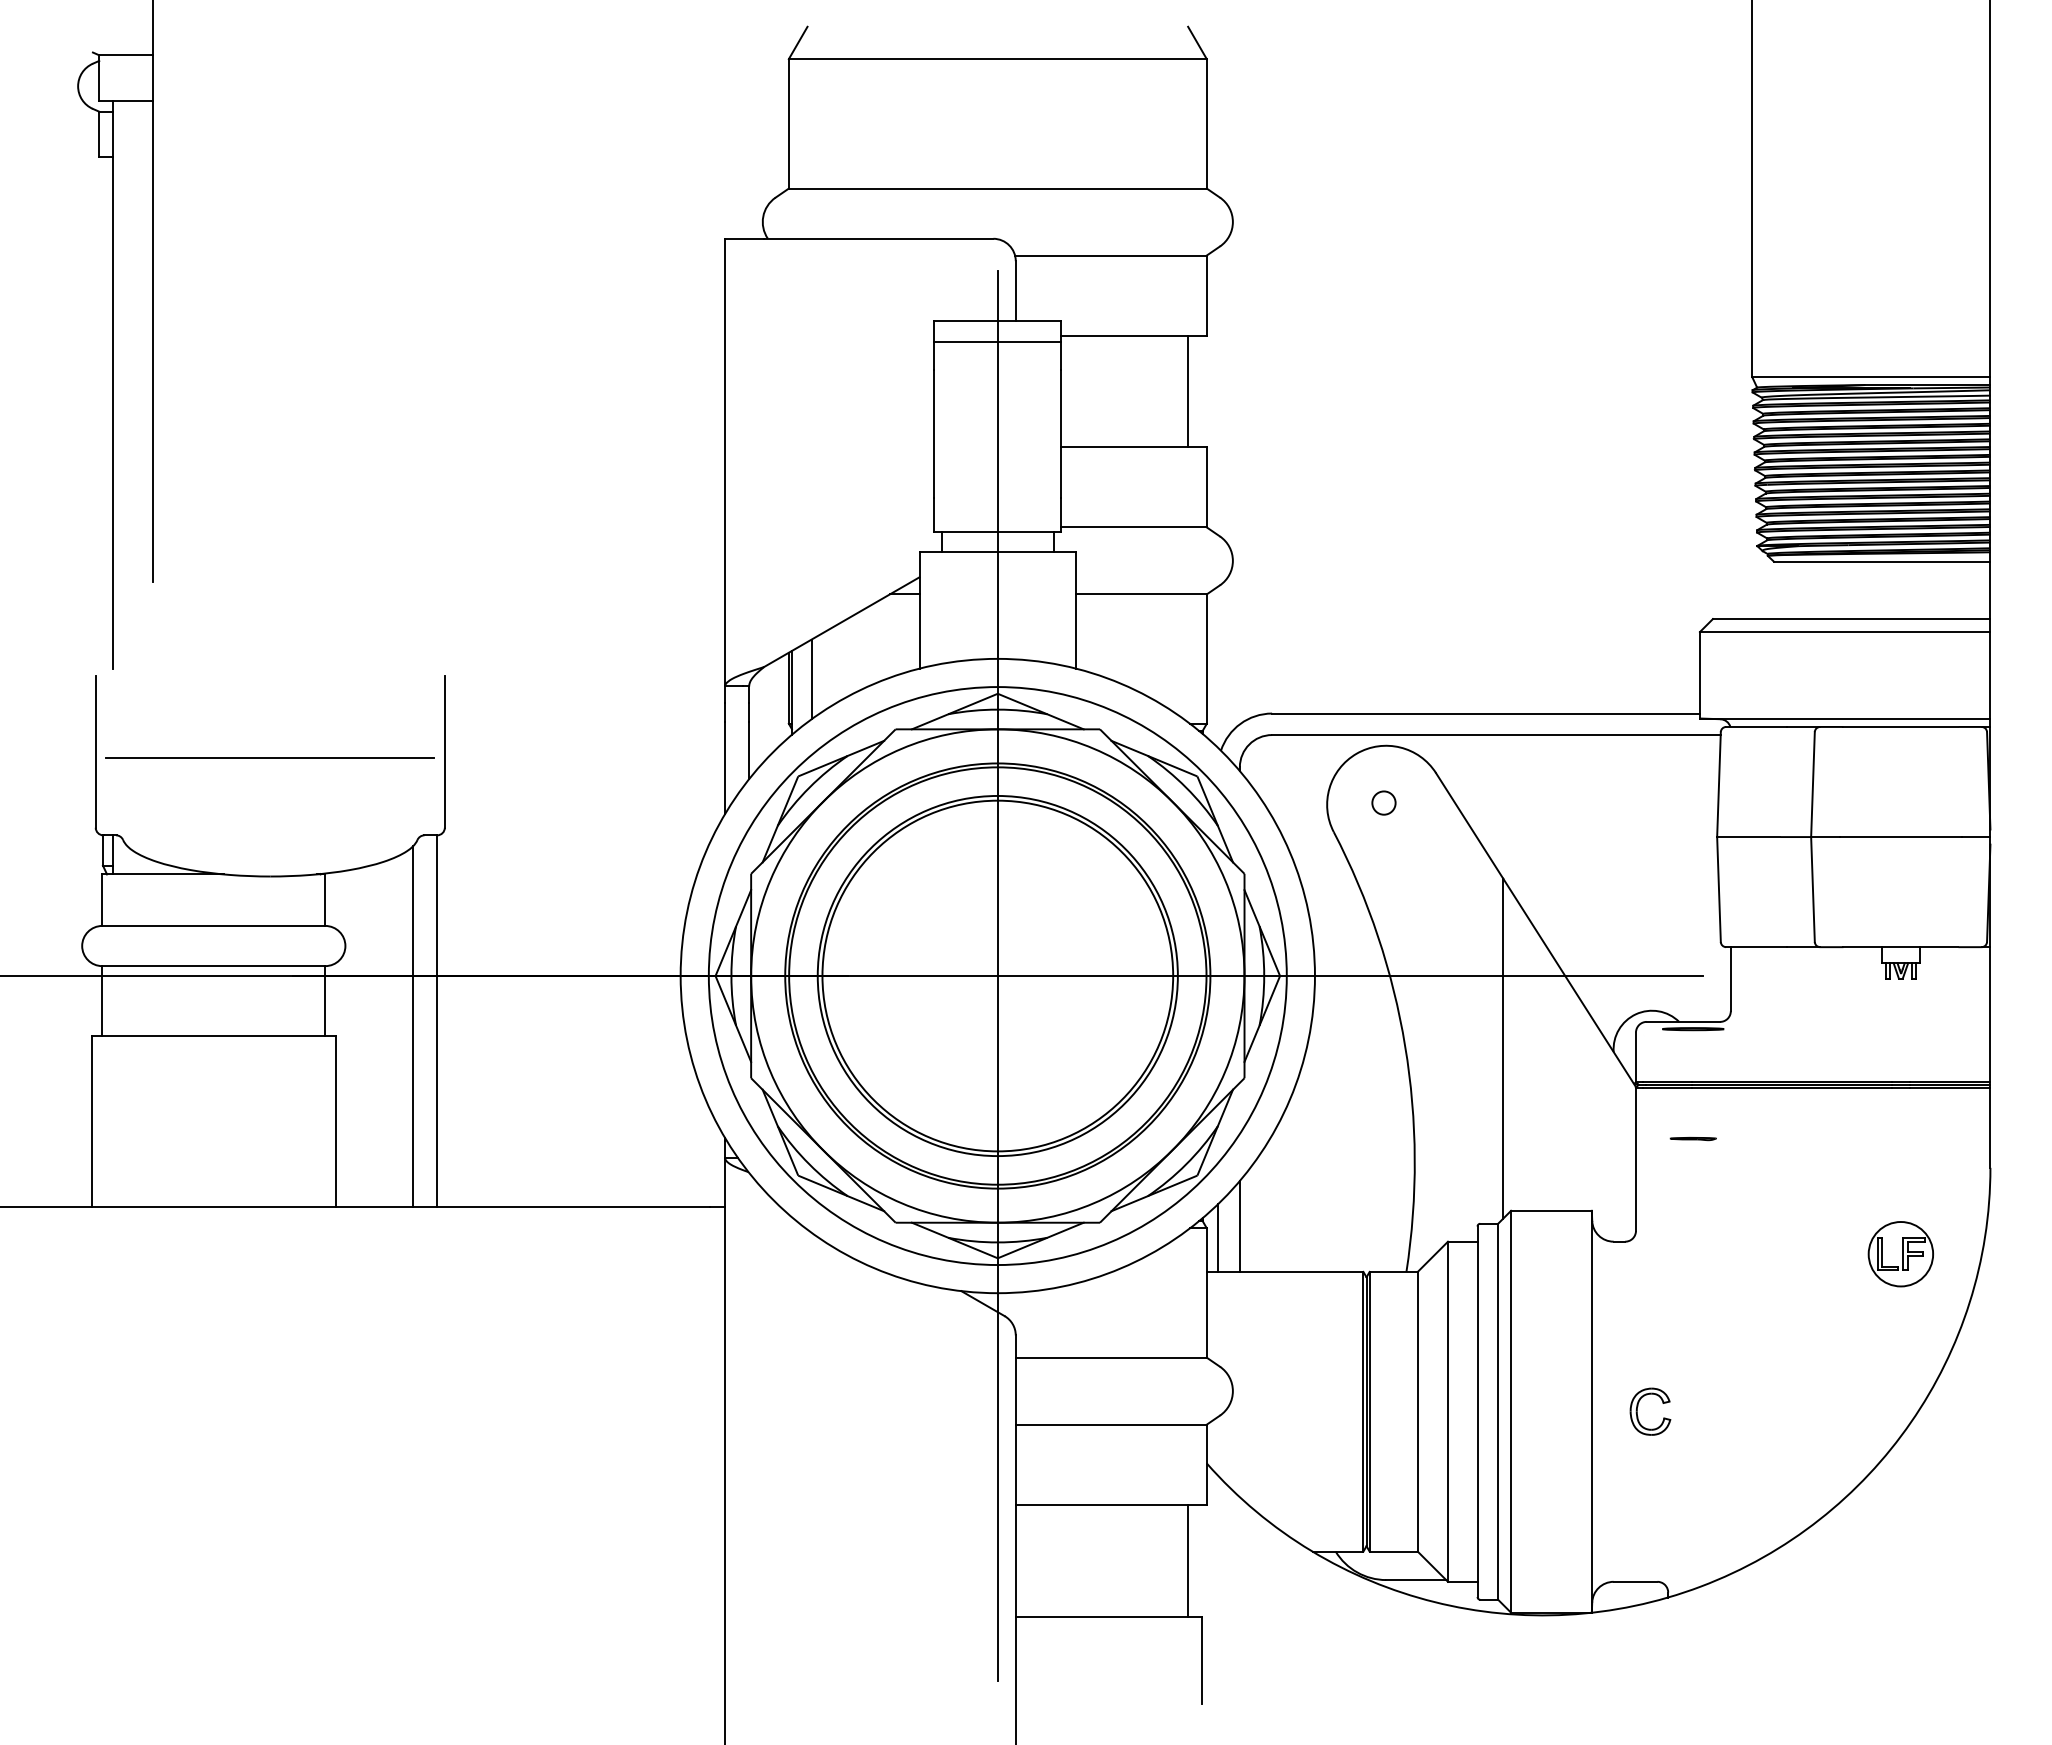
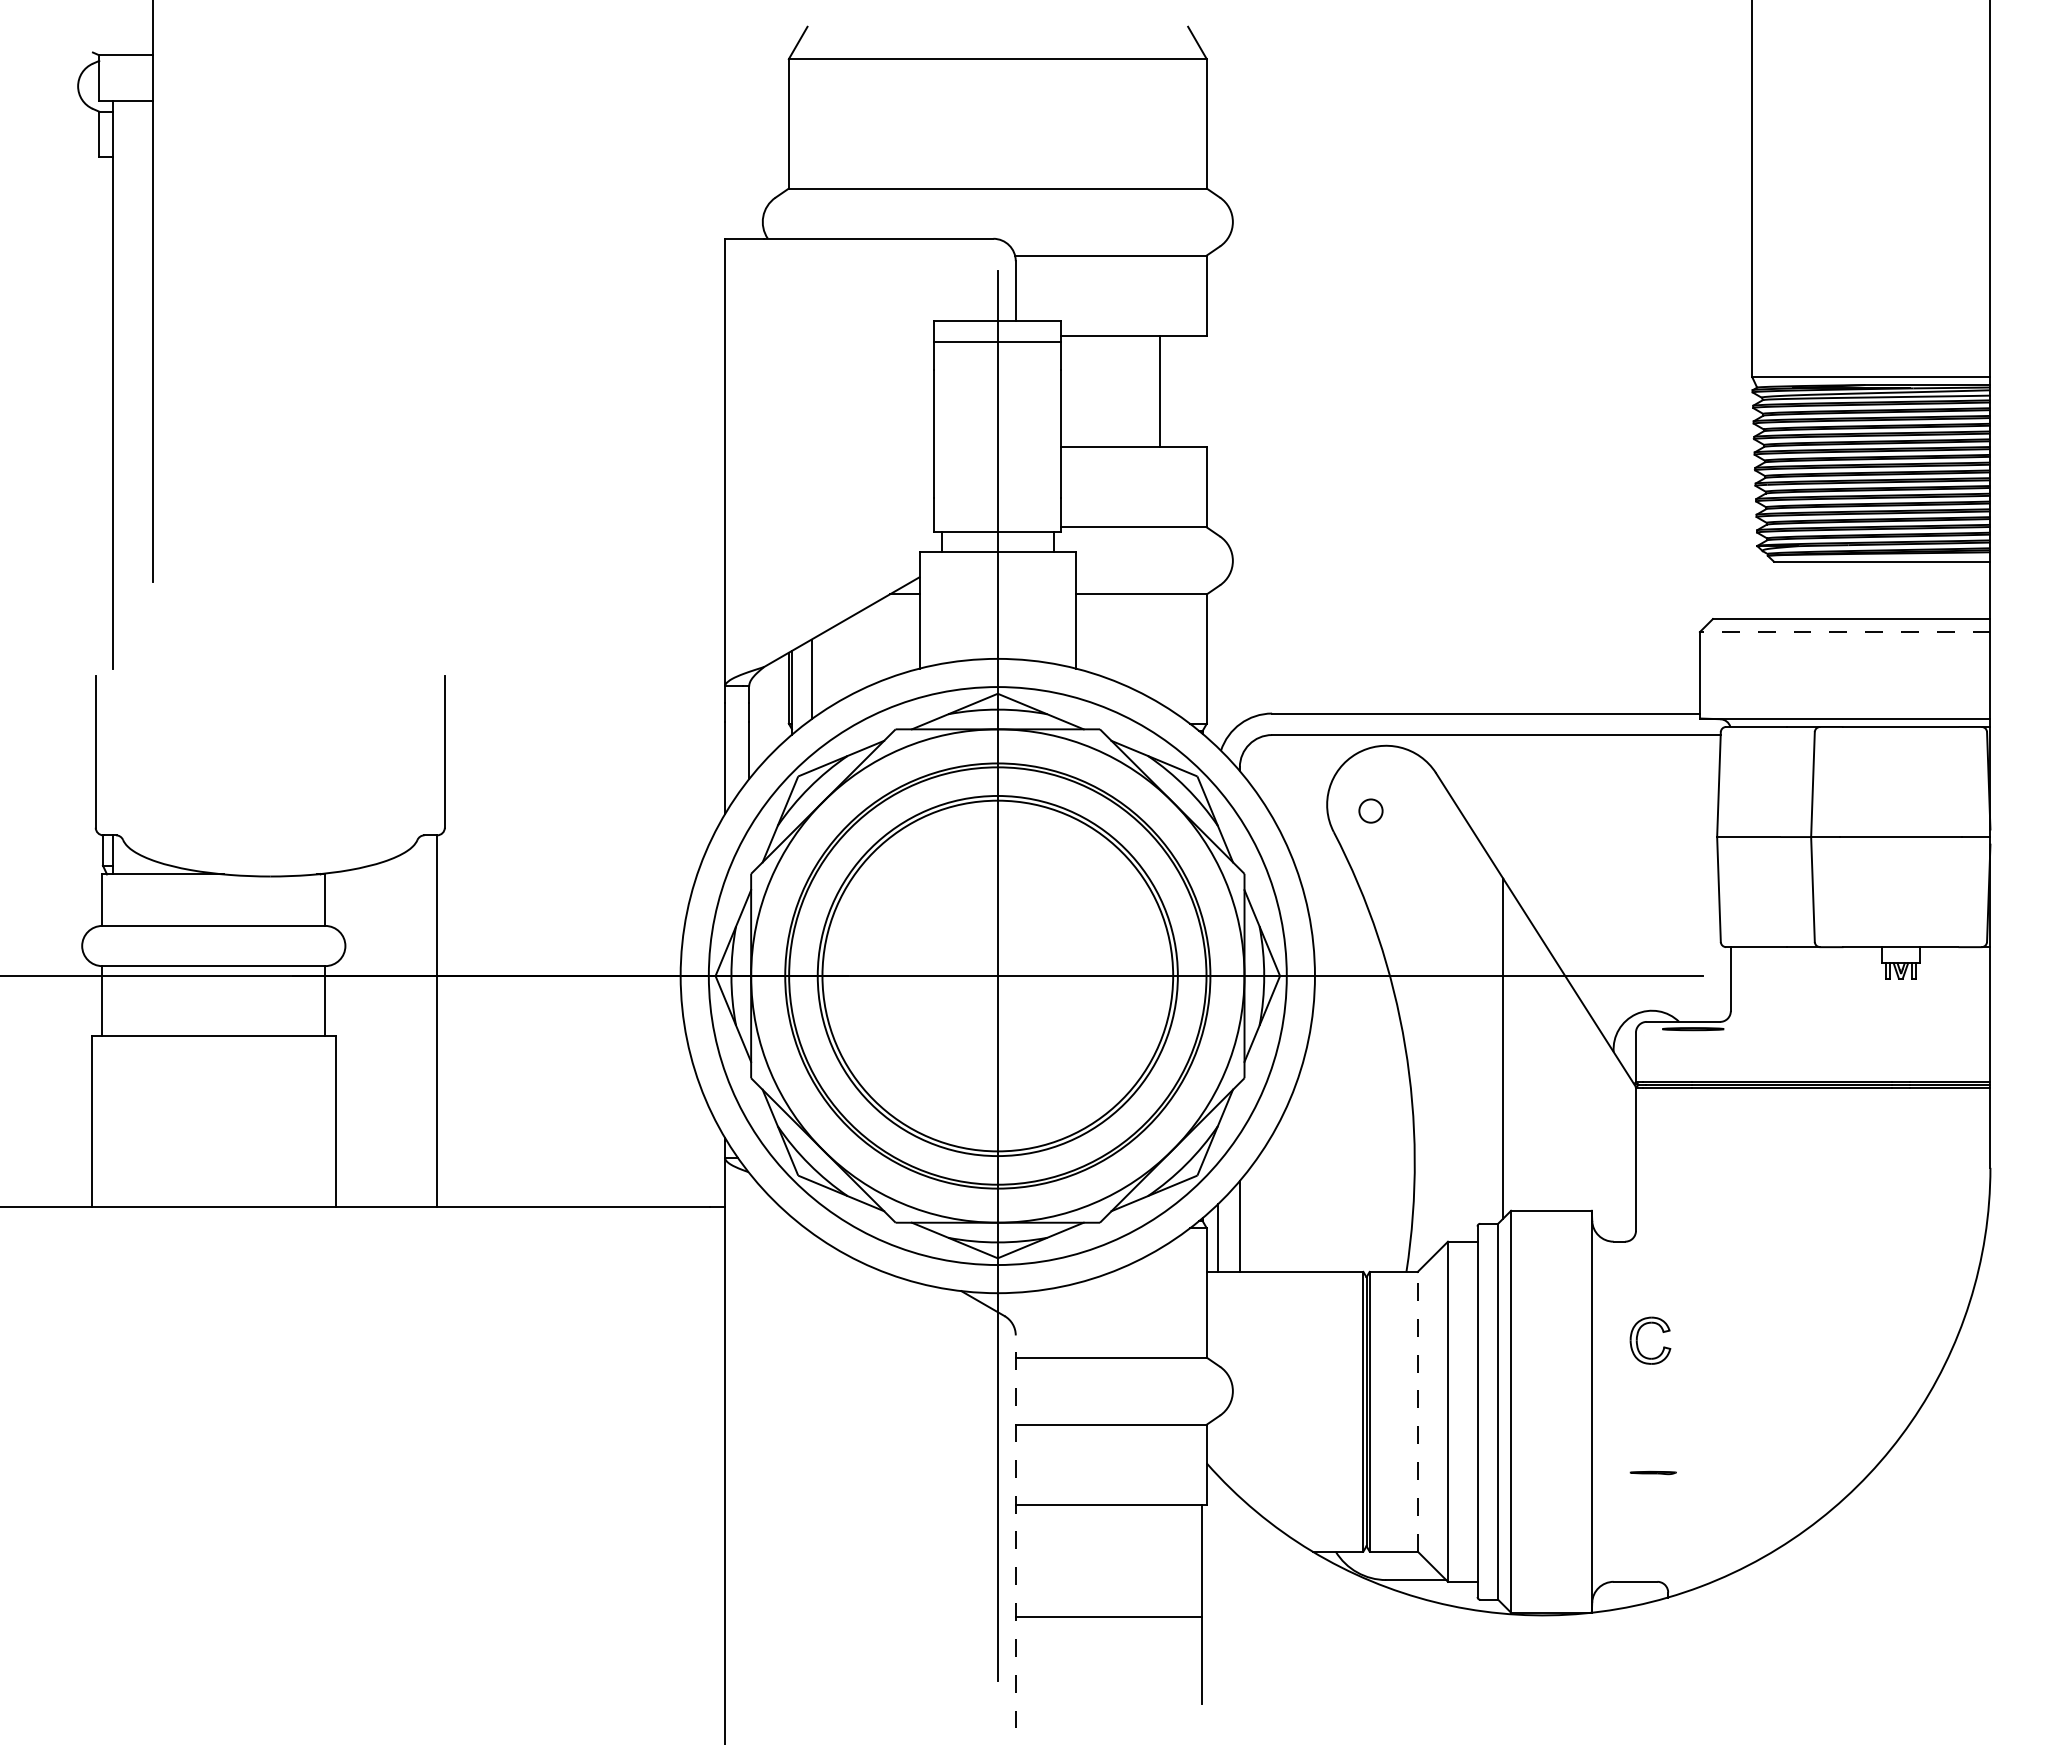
line at (1188, 391) position: (1188, 391) -> (1160, 391)
line at (1844, 632): solid -> dashed
line at (270, 758): present -> none
circle at (1383, 802) position: (1383, 802) -> (1370, 810)
line at (413, 1026): present -> none
line at (1692, 1139) position: (1692, 1139) -> (1652, 1473)
part at (1900, 1254): present -> none
part at (1638, 1406) position: (1638, 1406) -> (1638, 1335)
line at (1417, 1411): solid -> dashed
line at (1015, 1539): solid -> dashed
line at (1188, 1560) position: (1188, 1560) -> (1202, 1560)
